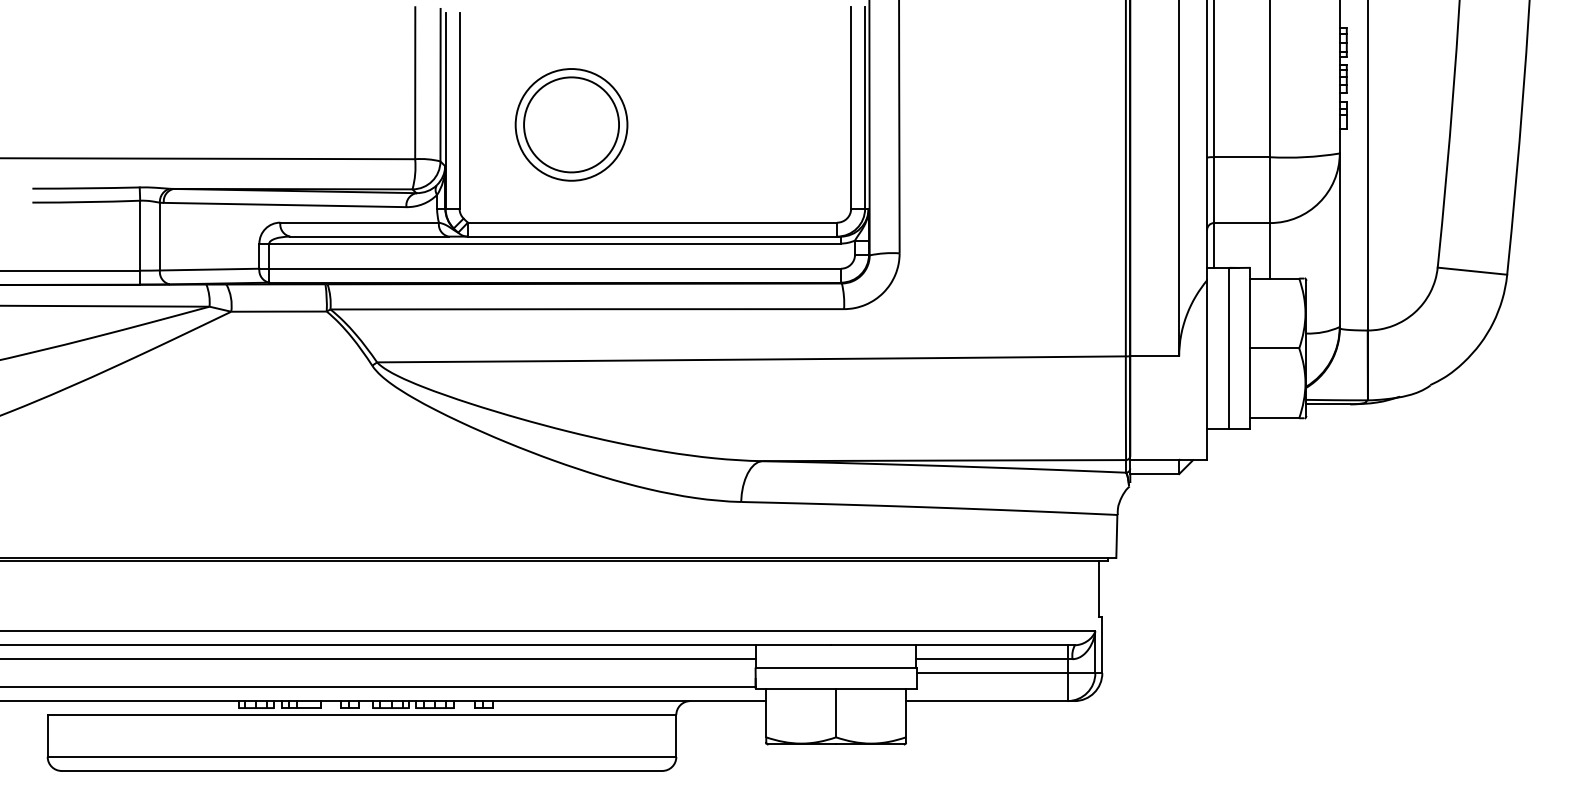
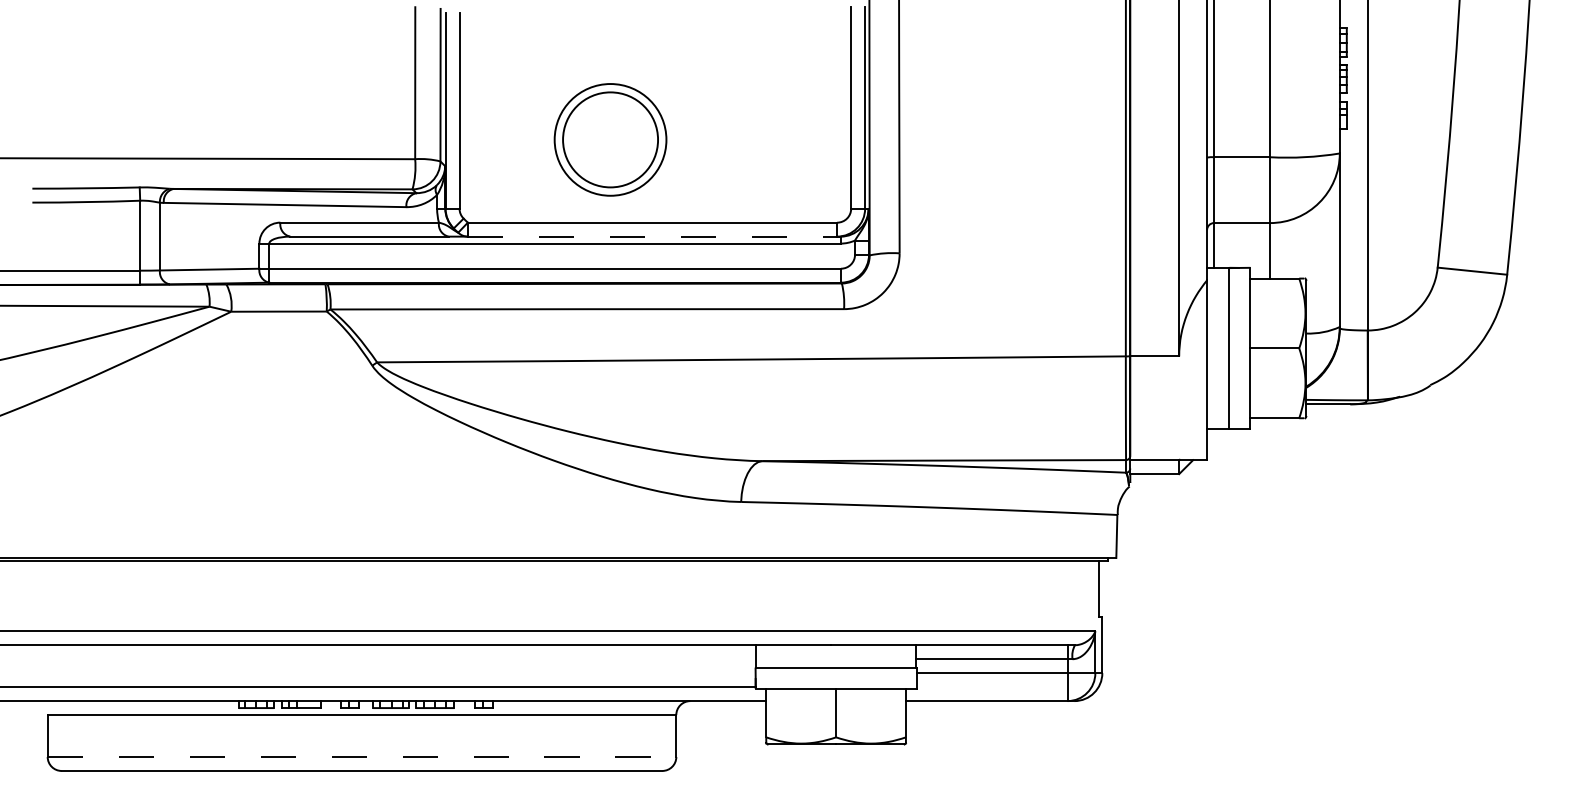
part at (571, 124) position: (571, 124) -> (610, 139)
line at (652, 236): solid -> dashed
line at (378, 659): present -> none
line at (362, 756): solid -> dashed
